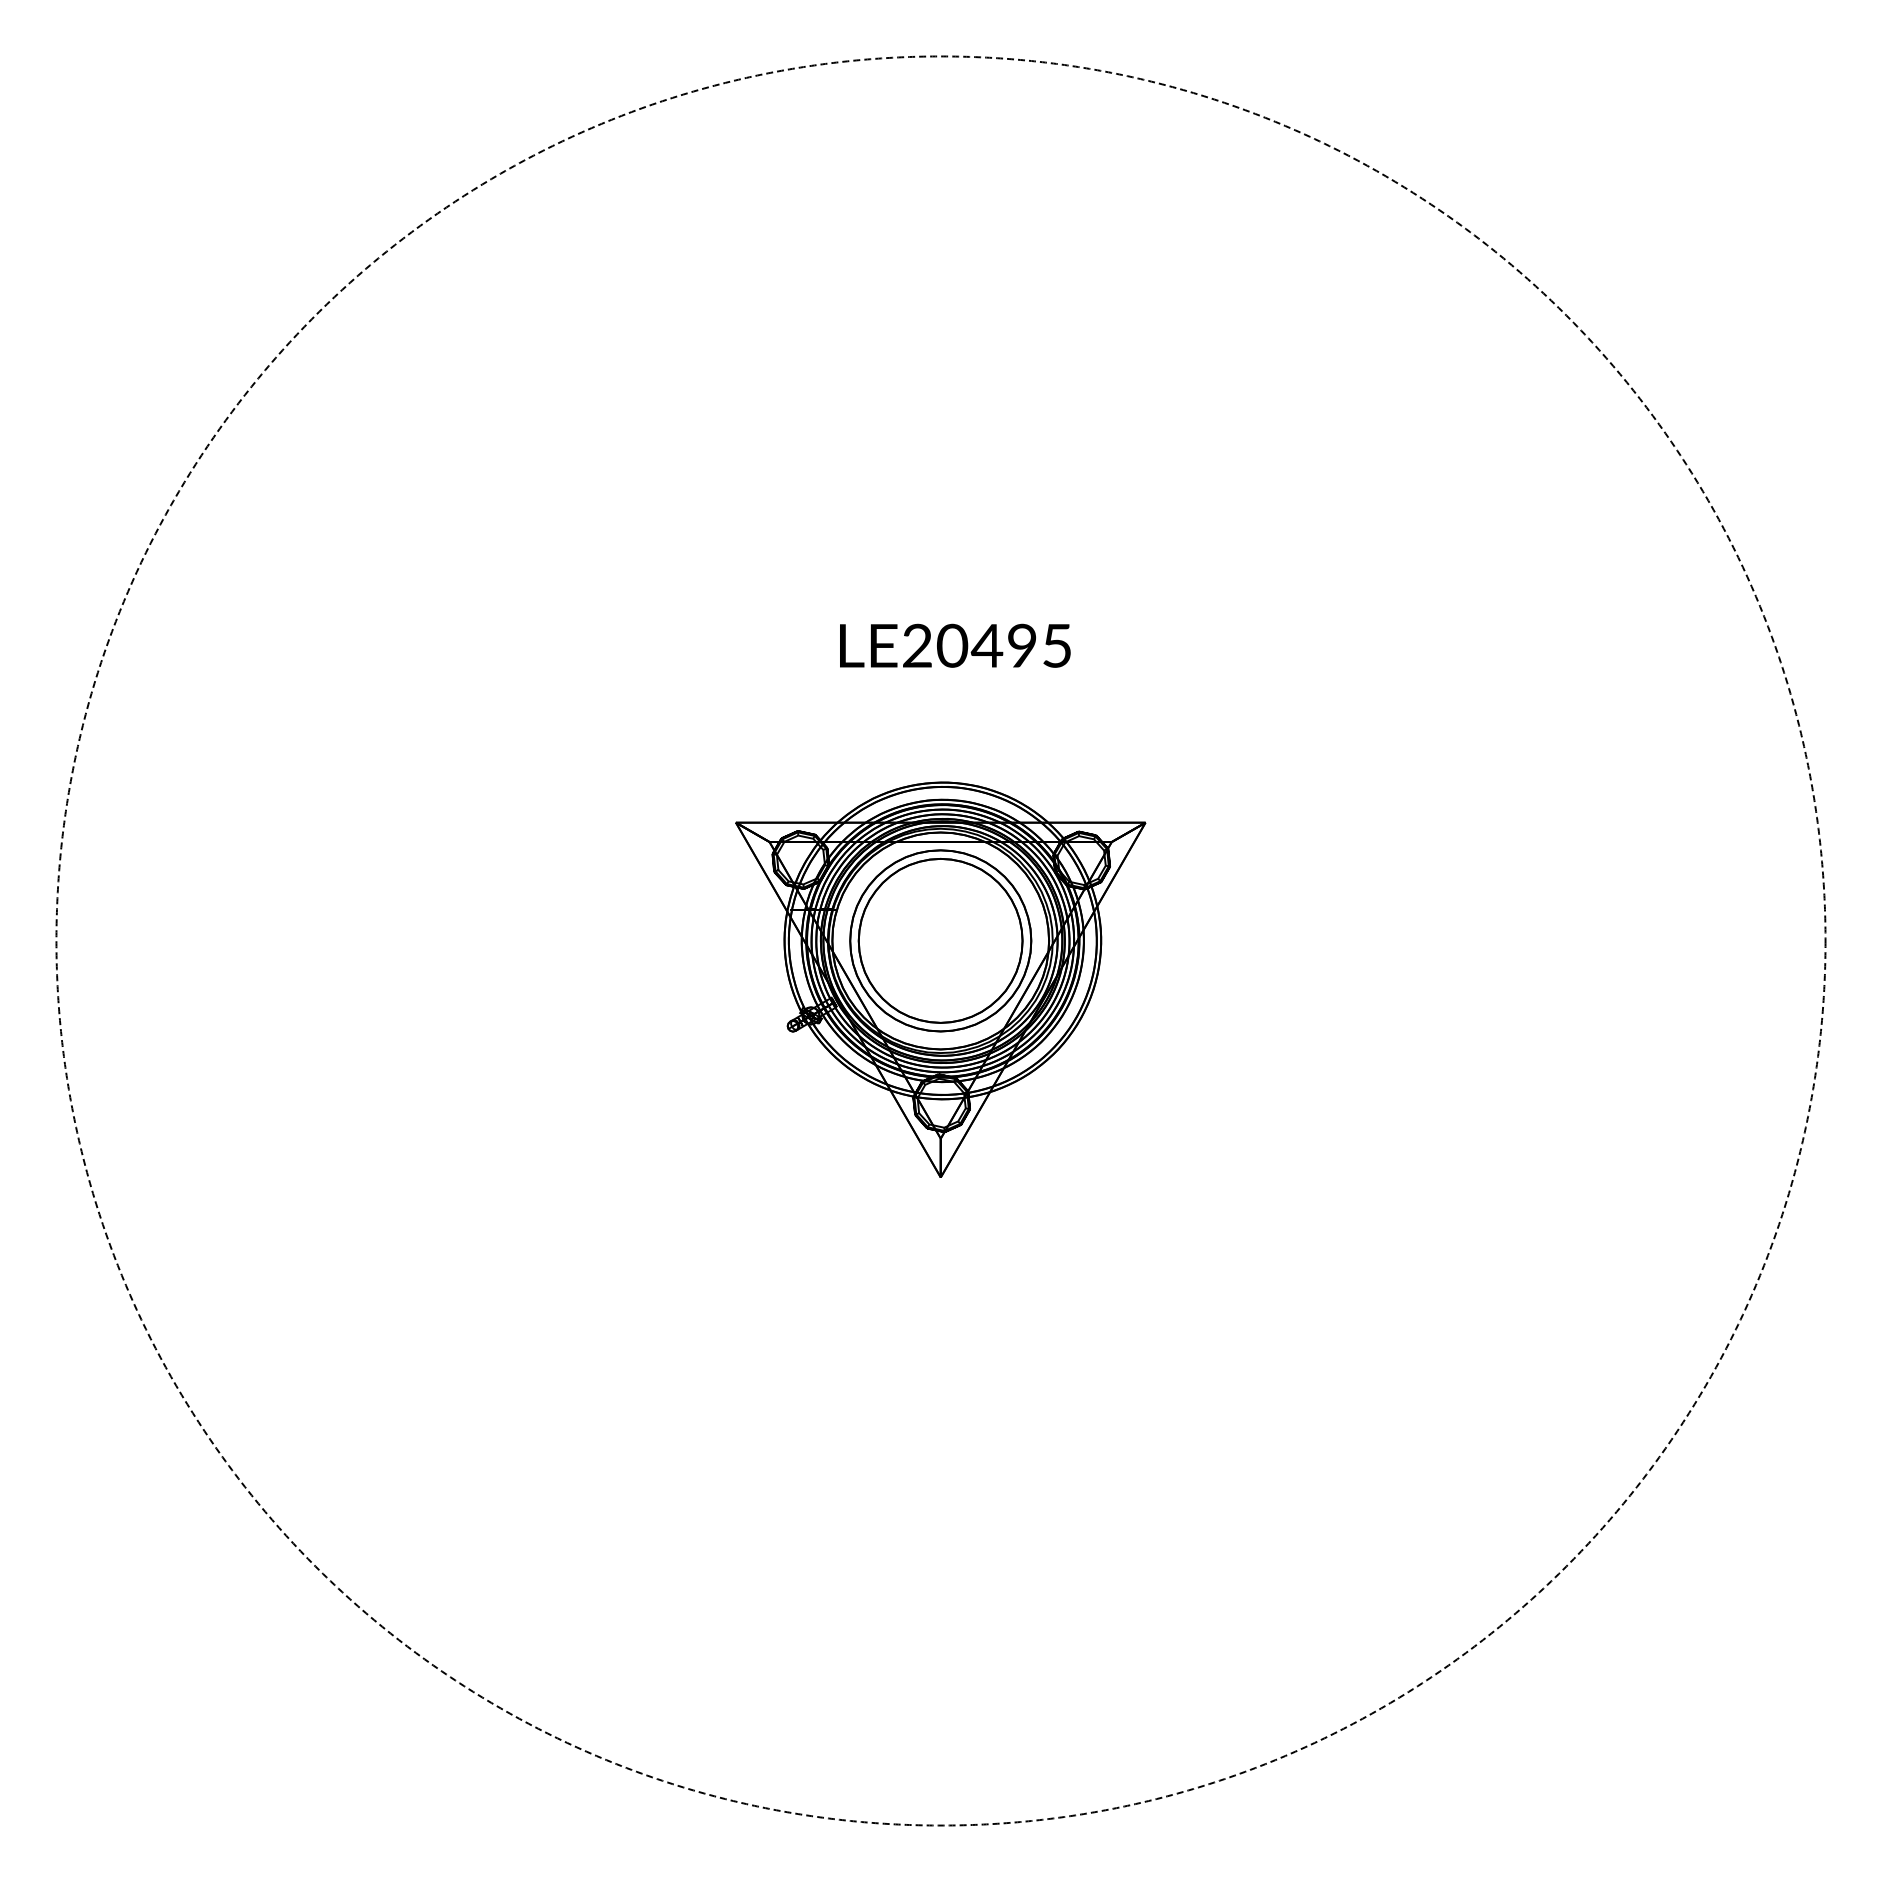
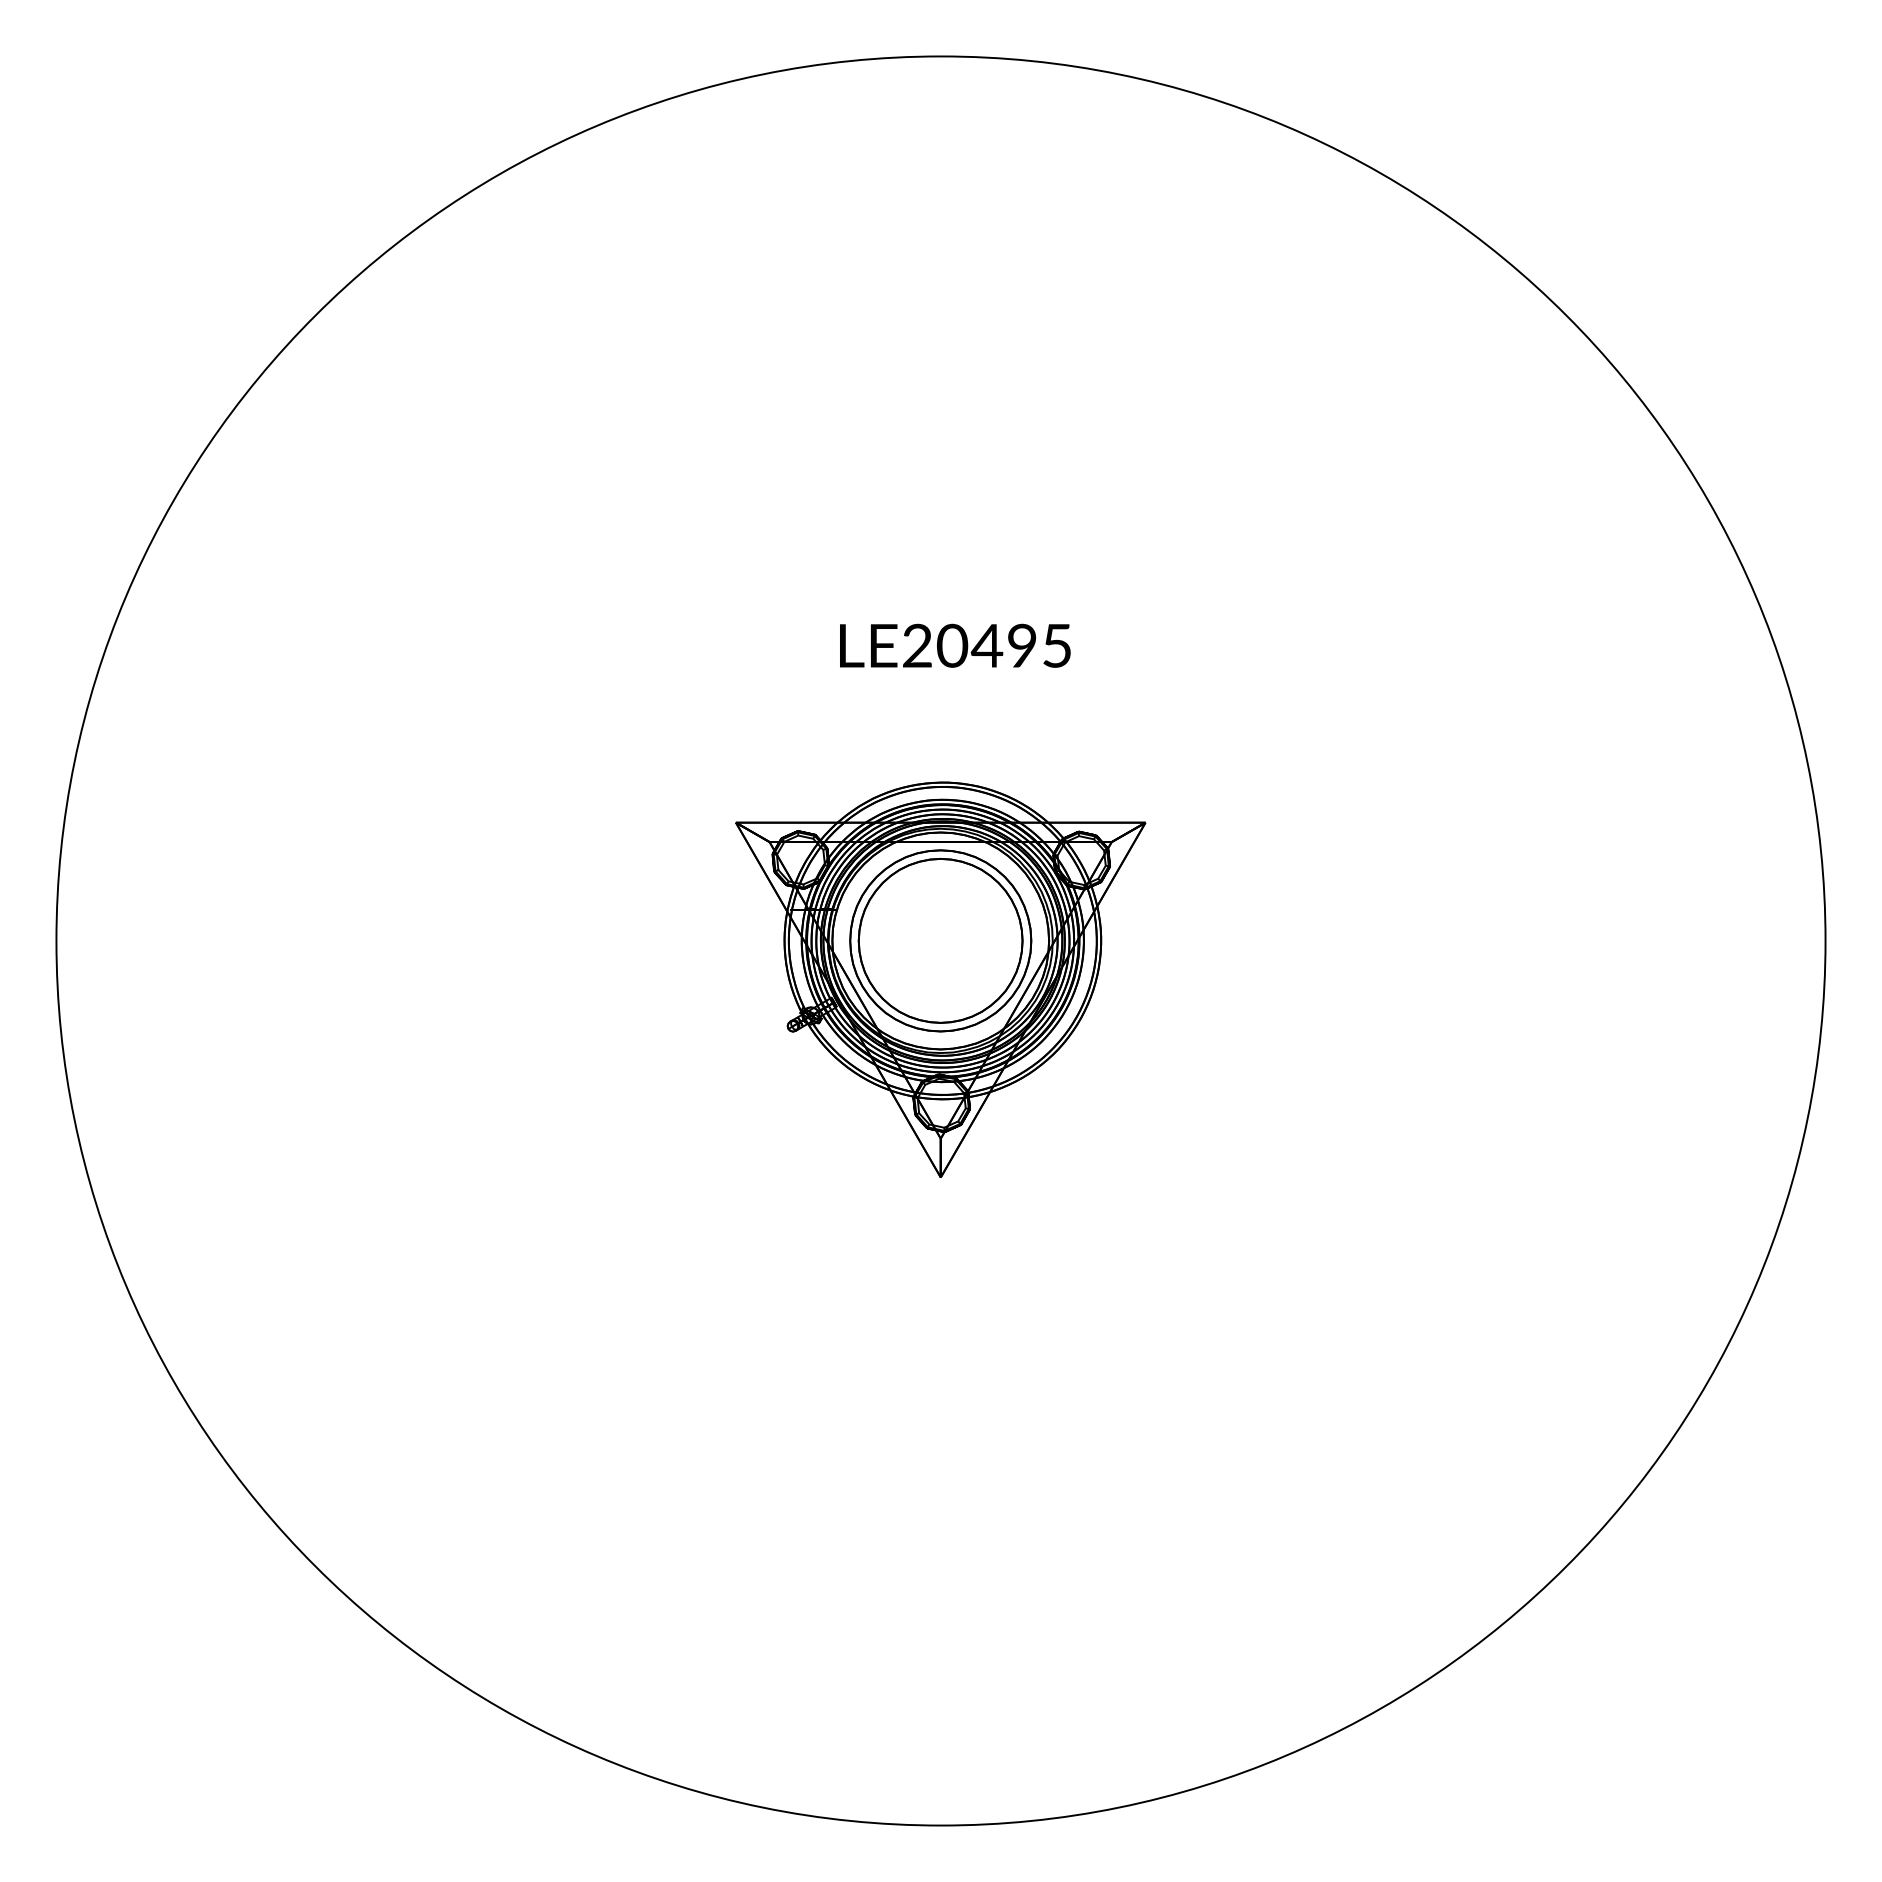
circle at (940, 940): dashed -> solid
